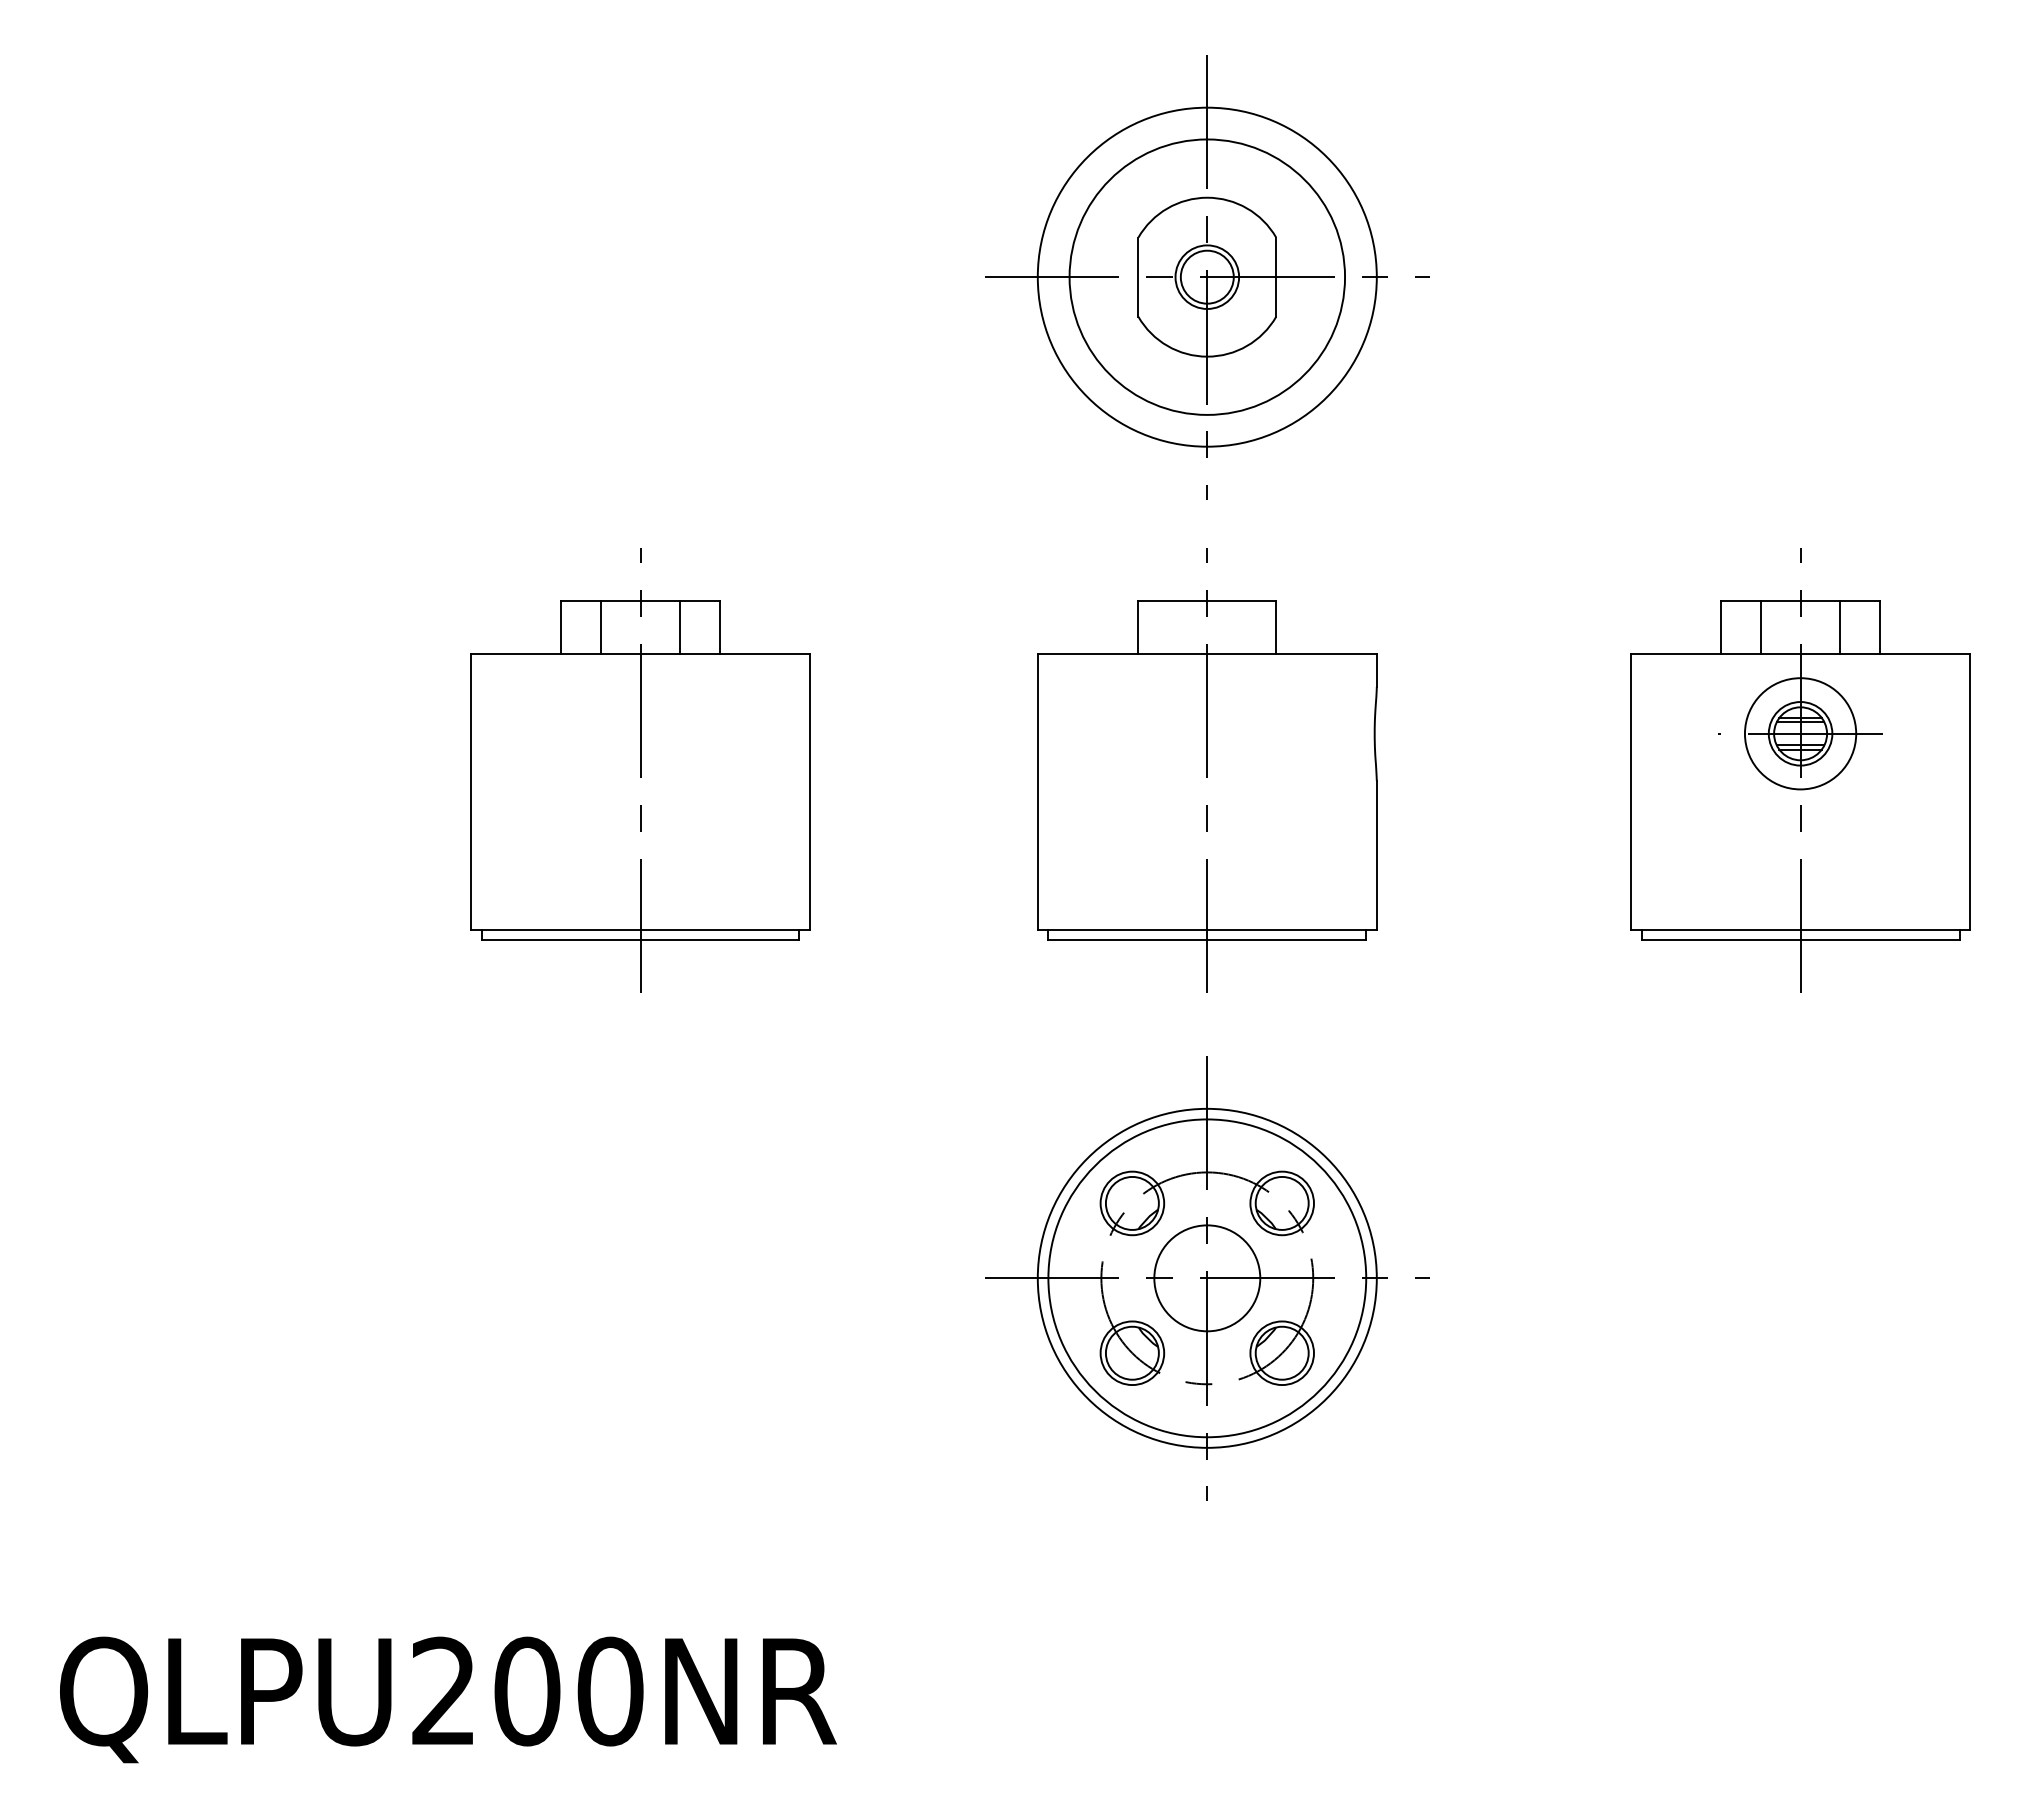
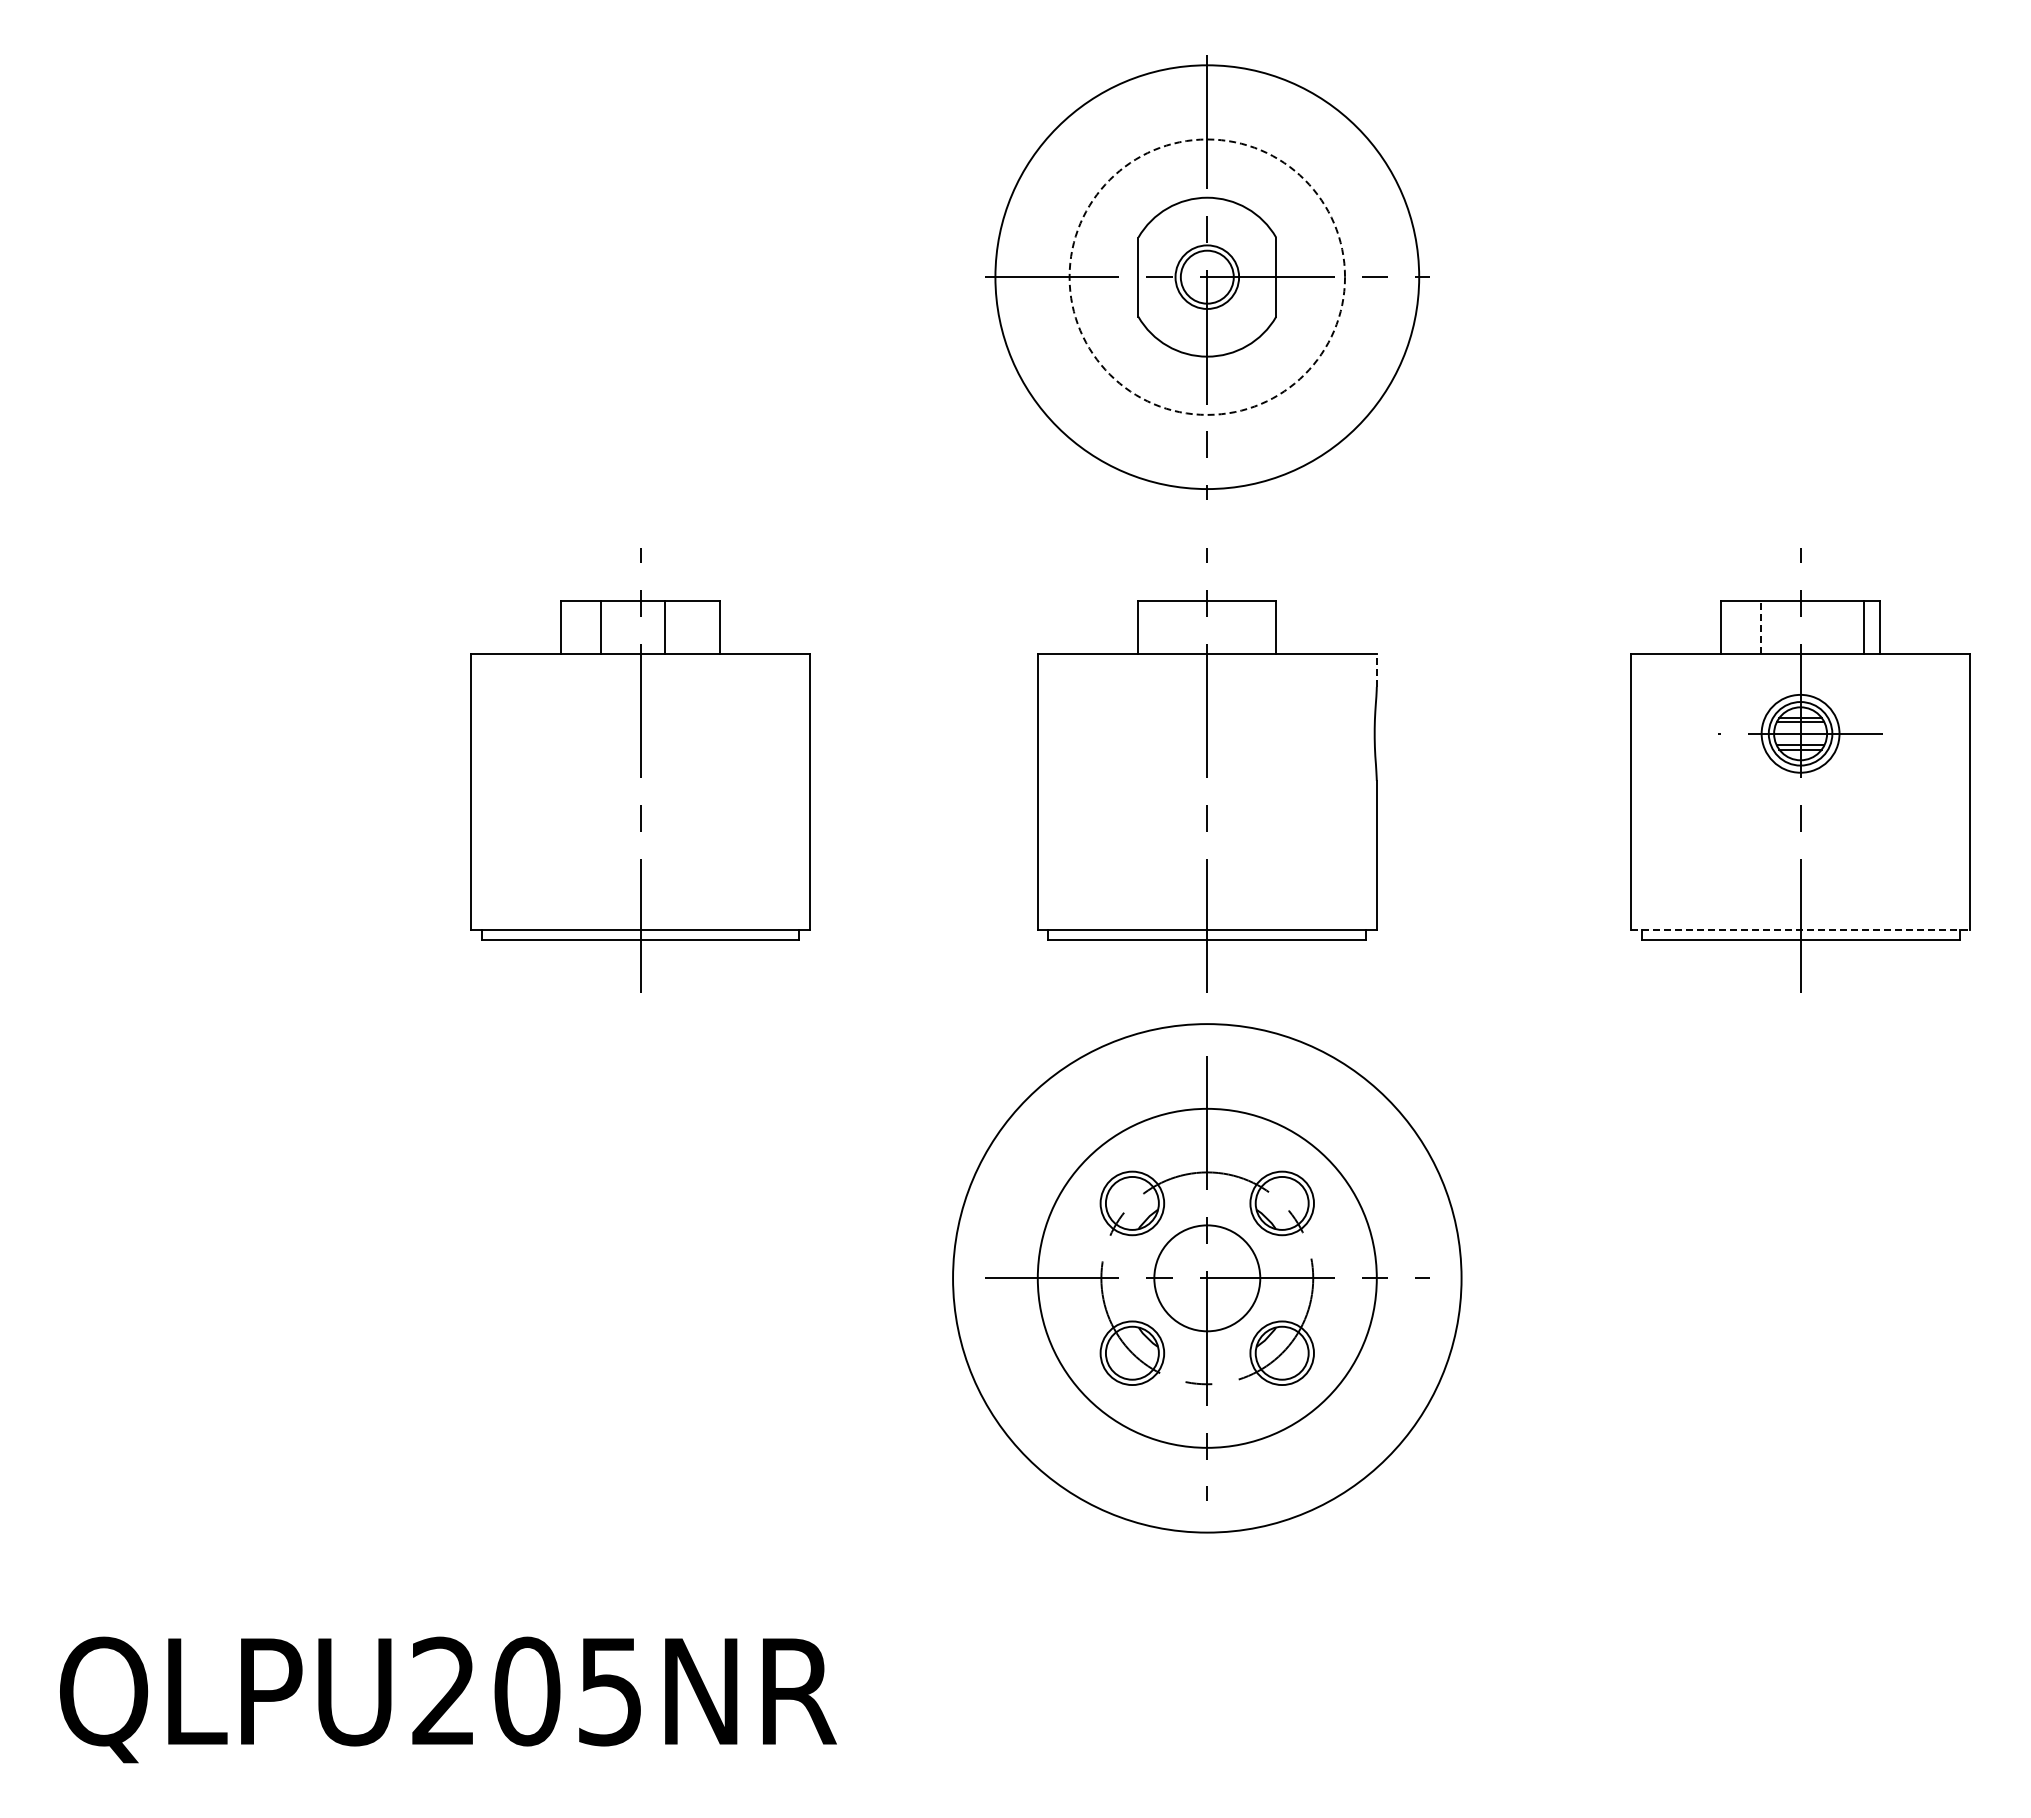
circle at (1206, 276) diameter: 339 px -> 424 px
circle at (1207, 276): solid -> dashed
line at (680, 627) position: (680, 627) -> (665, 627)
line at (1760, 627): solid -> dashed
line at (1840, 627) position: (1840, 627) -> (1864, 627)
line at (1376, 670): solid -> dashed
circle at (1800, 733) diameter: 111 px -> 78 px
line at (1800, 929): solid -> dashed
circle at (1207, 1278) diameter: 318 px -> 509 px
text at (610, 1691): QLPU200NR -> QLPU205NR
